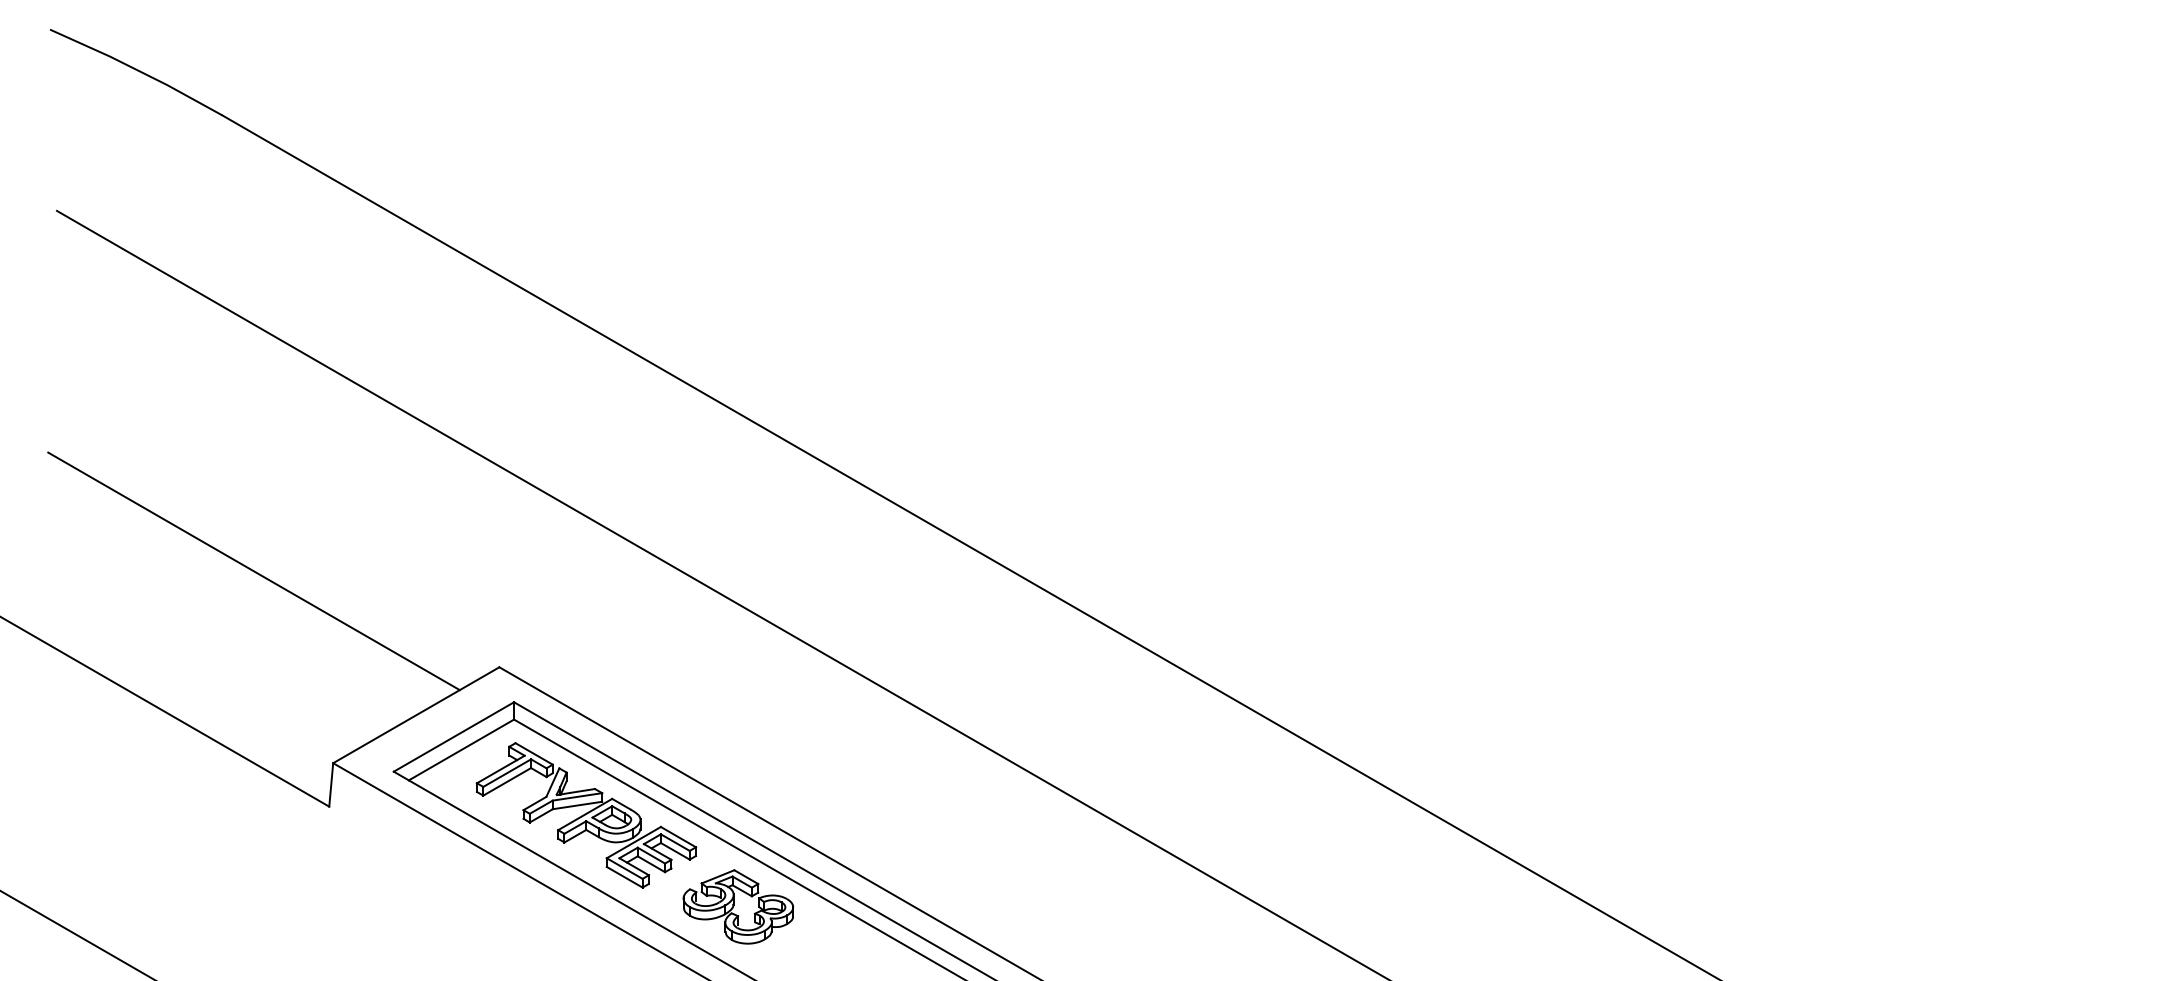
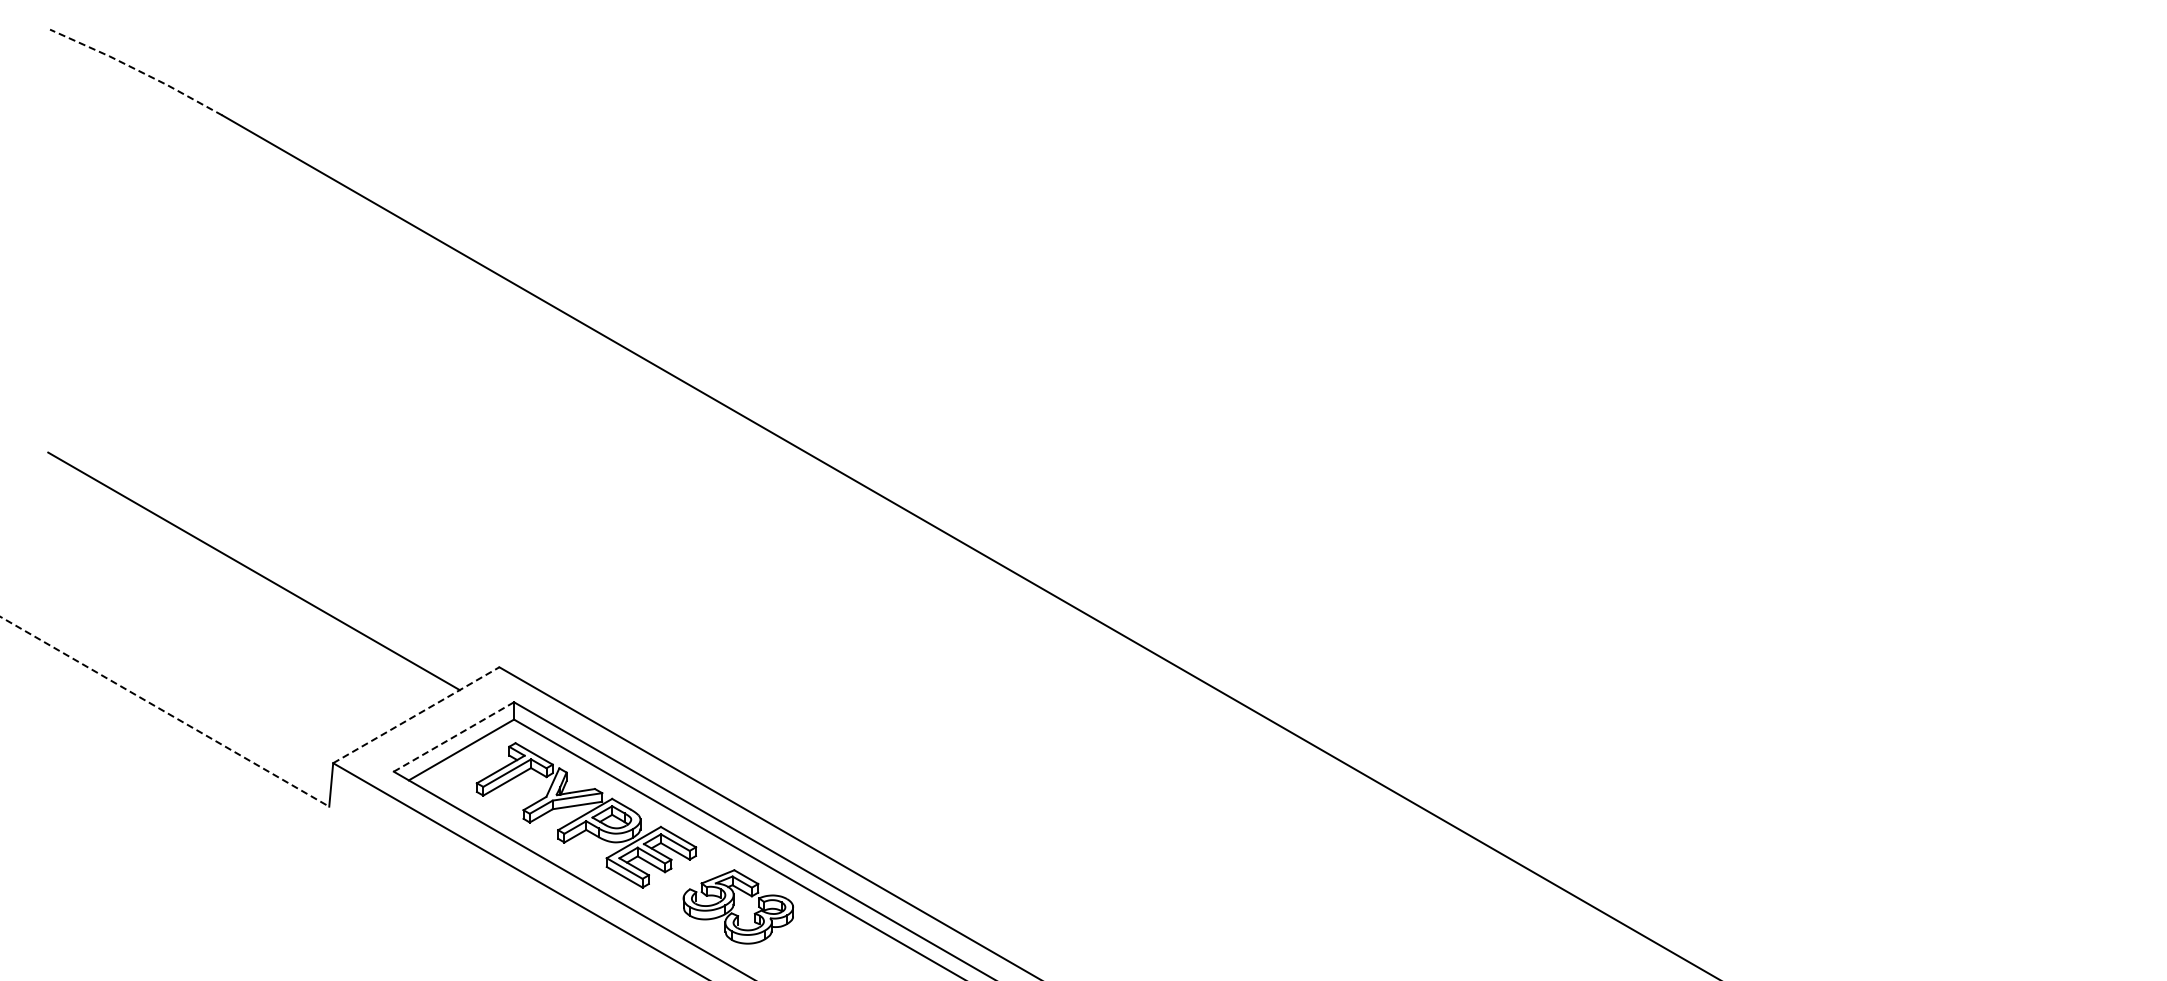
line at (137, 70): solid -> dashed
line at (720, 593): present -> none
line at (164, 711): solid -> dashed
line at (416, 715): solid -> dashed
line at (453, 737): solid -> dashed
line at (76, 934): present -> none
